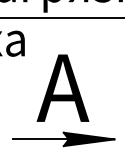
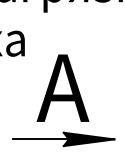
line at (61, 17): present -> none
